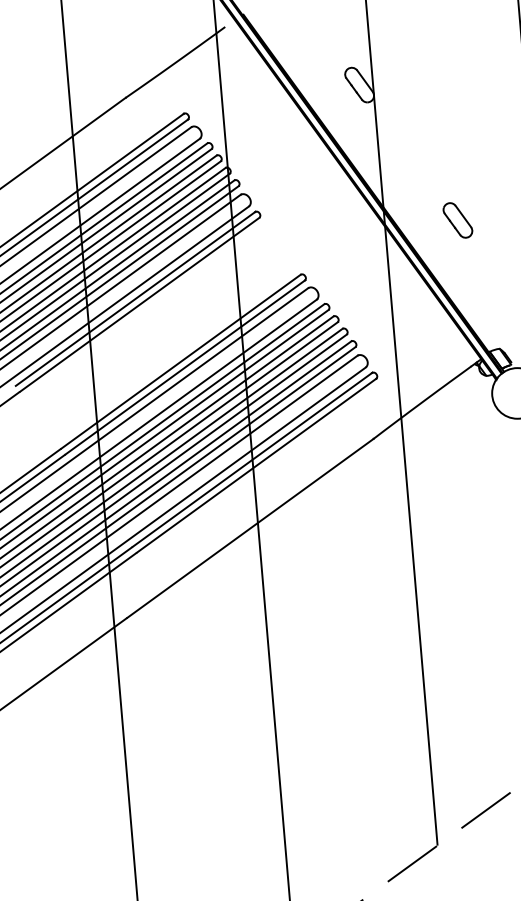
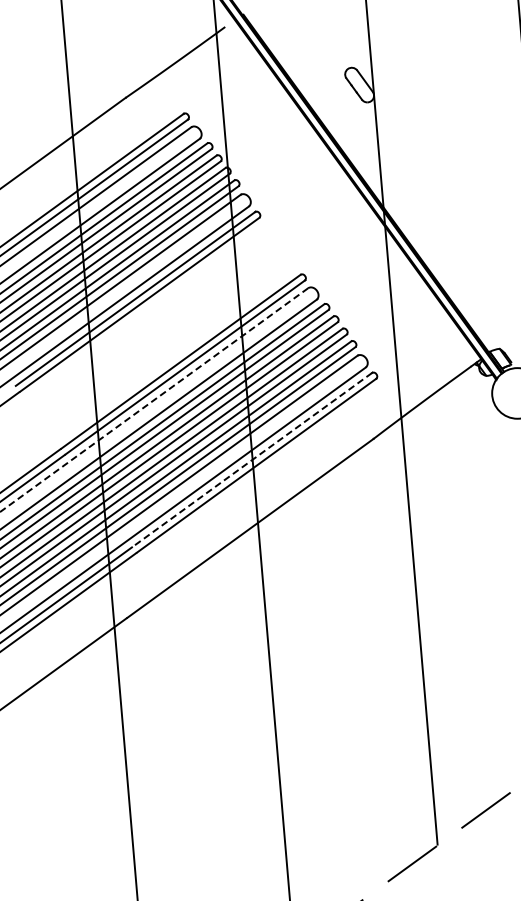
part at (457, 220): present -> none
line at (154, 399): solid -> dashed
line at (252, 459): solid -> dashed
